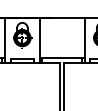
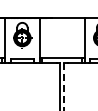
line at (64, 86): solid -> dashed
